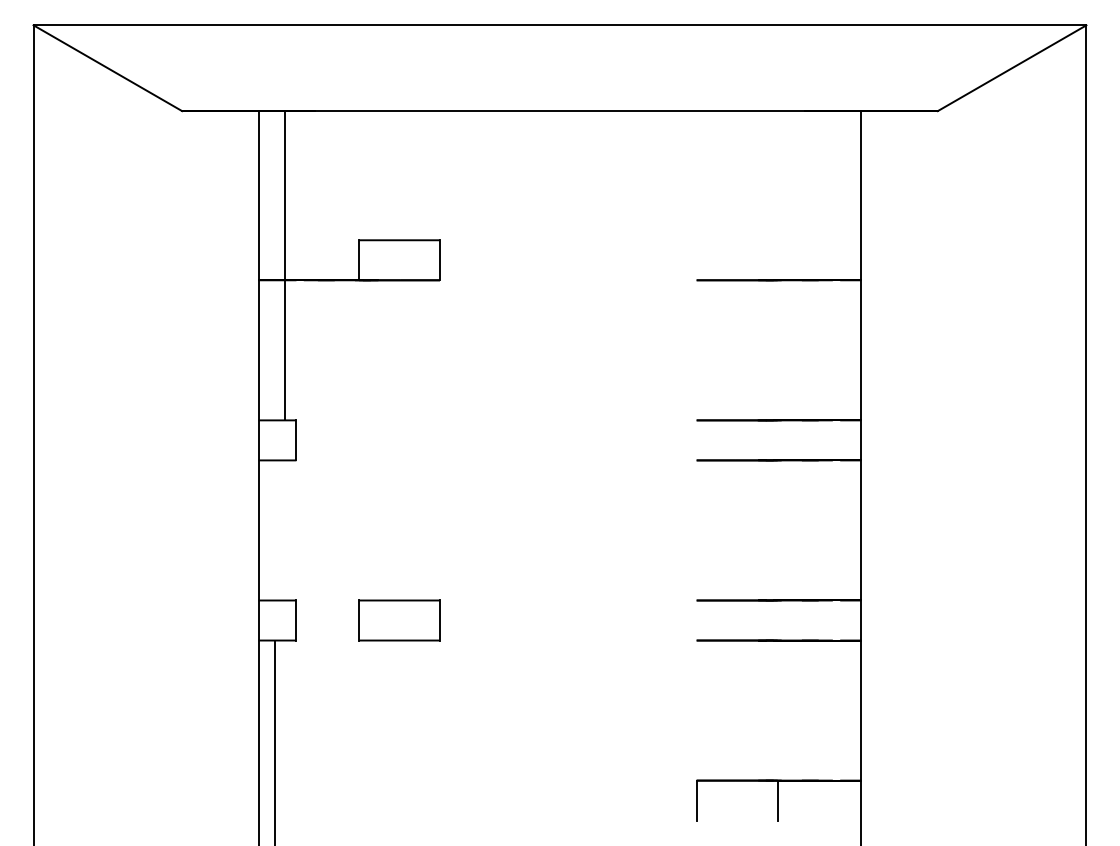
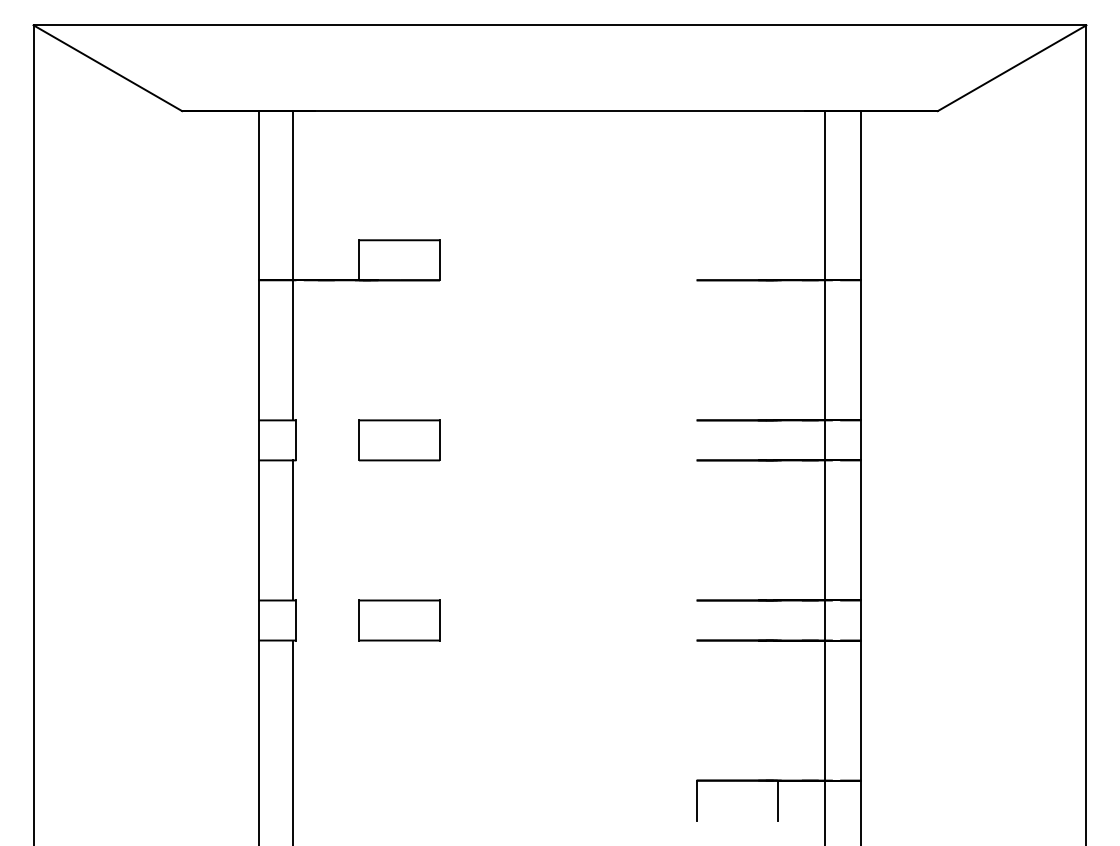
line at (284, 265) position: (284, 265) -> (292, 265)
part at (399, 440): none -> present
line at (824, 476): none -> present
line at (292, 530): none -> present
line at (274, 741) position: (274, 741) -> (292, 741)
